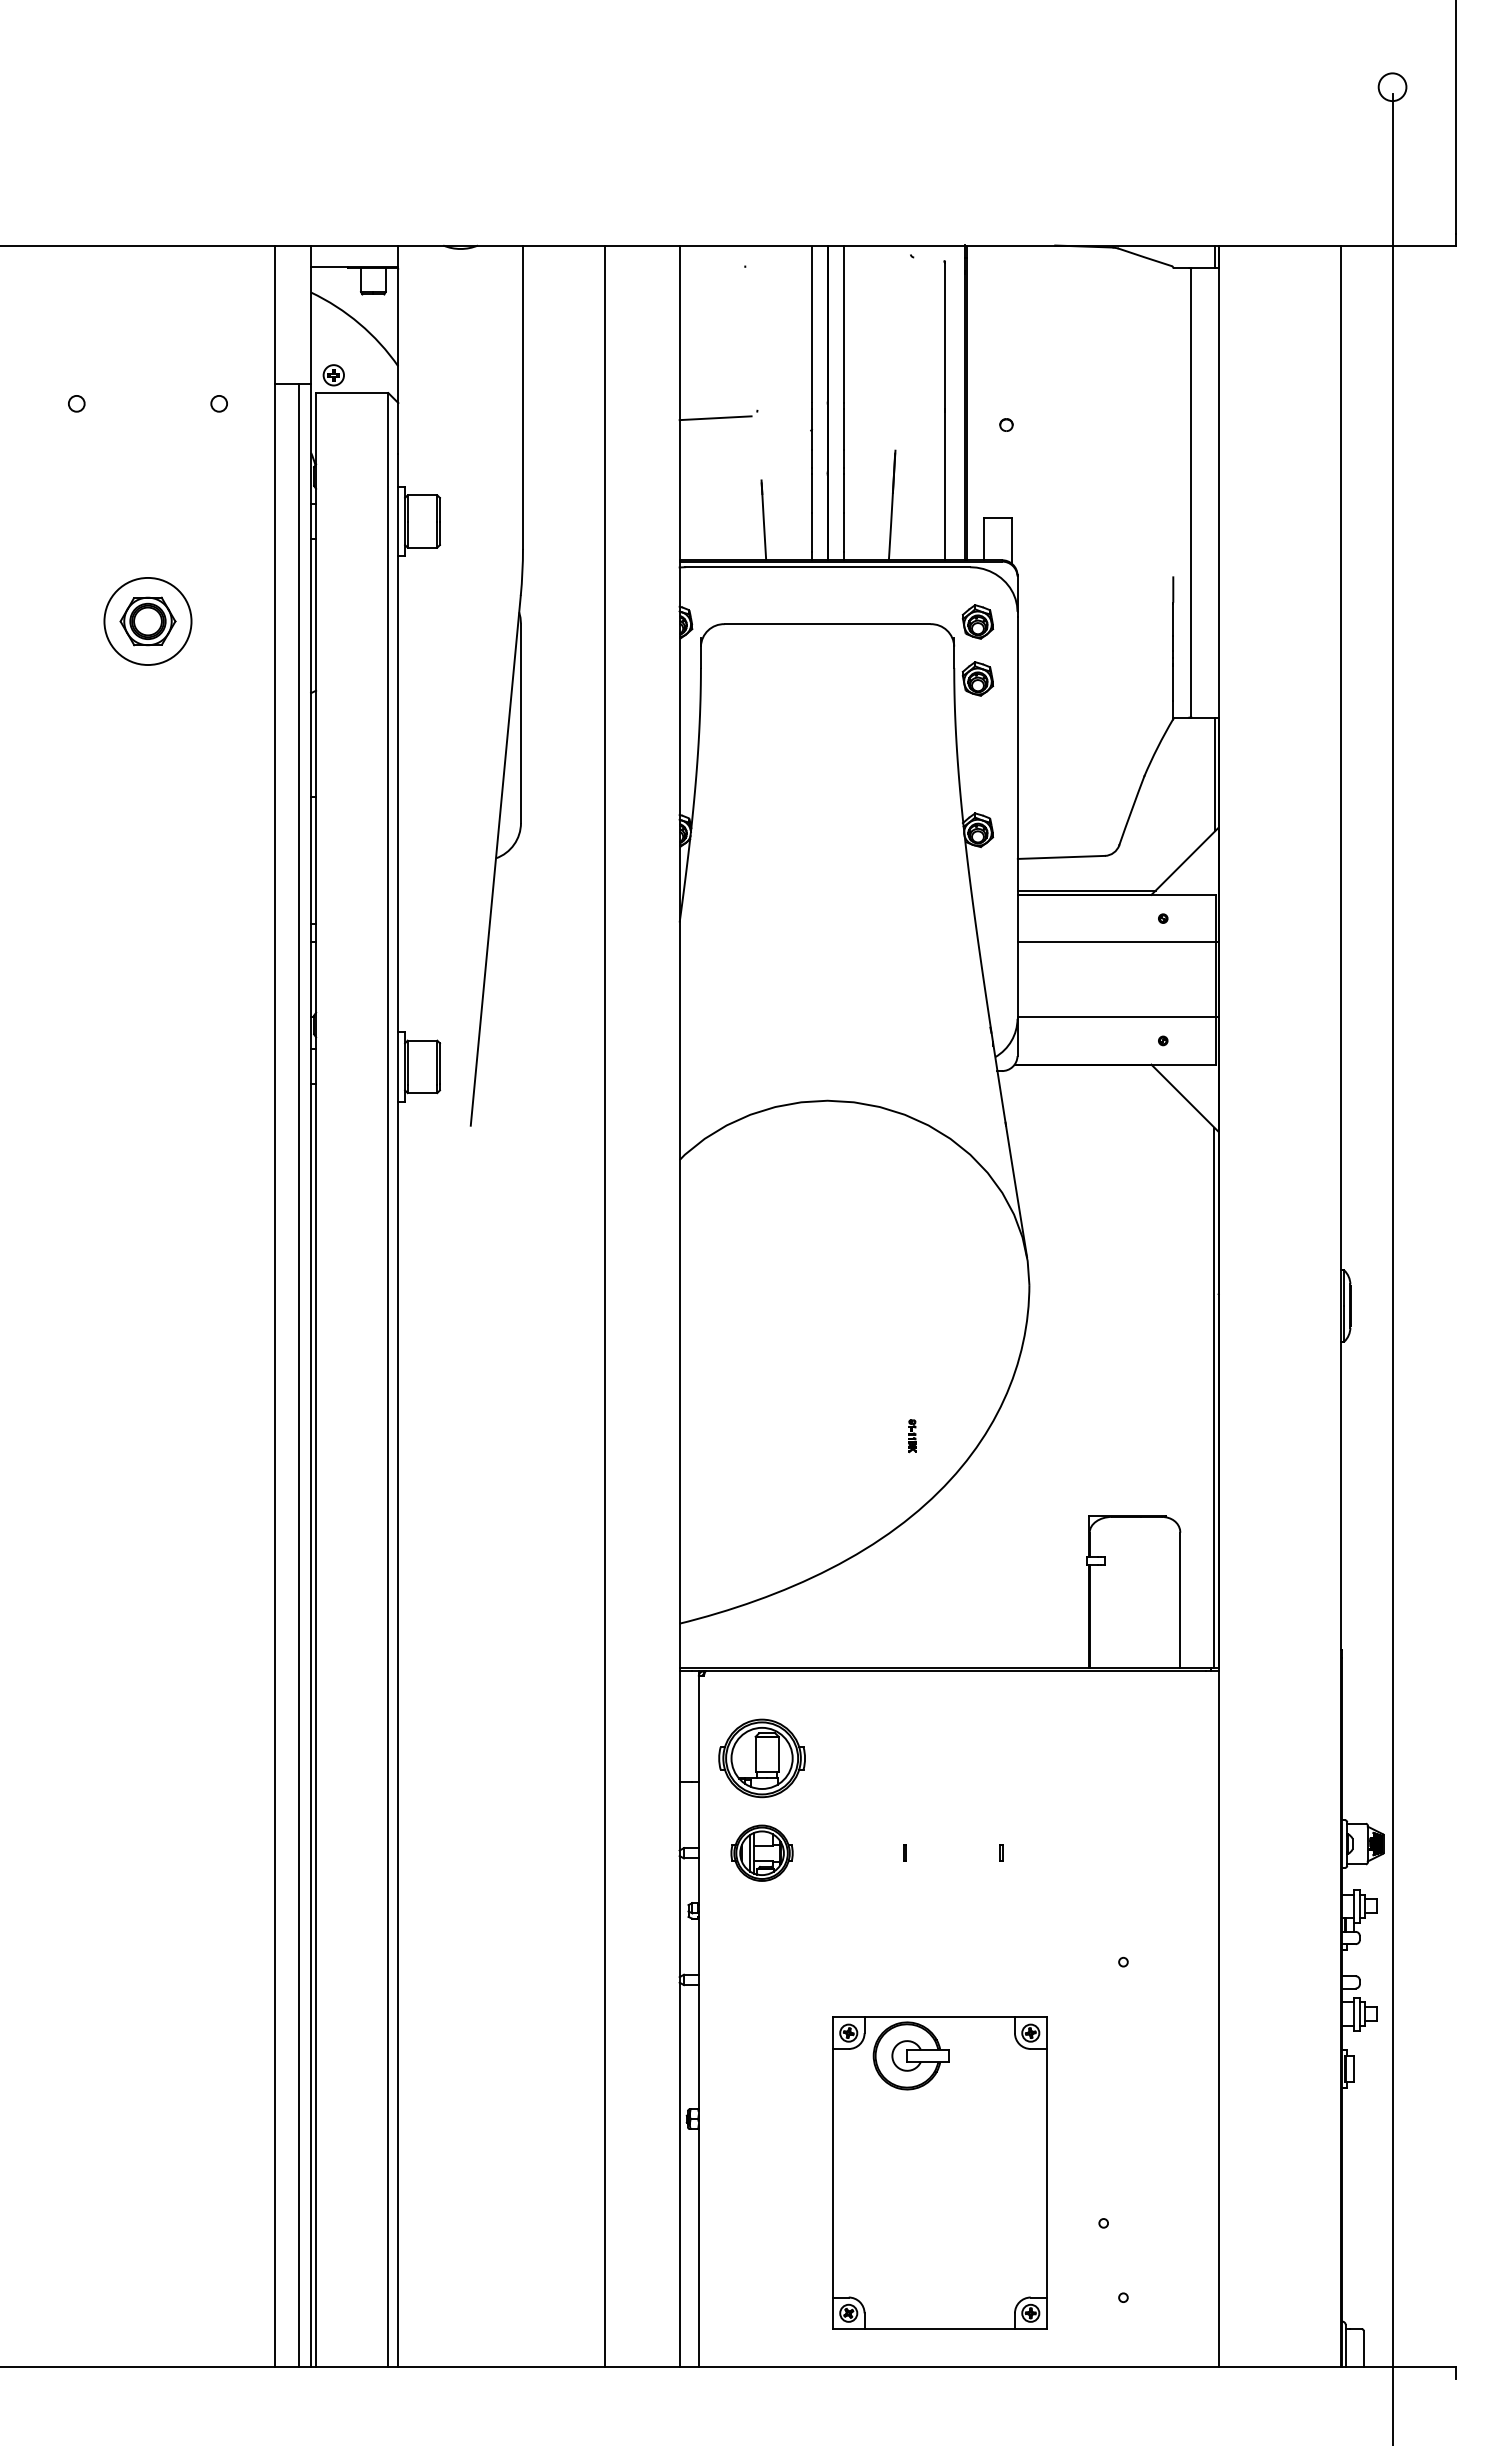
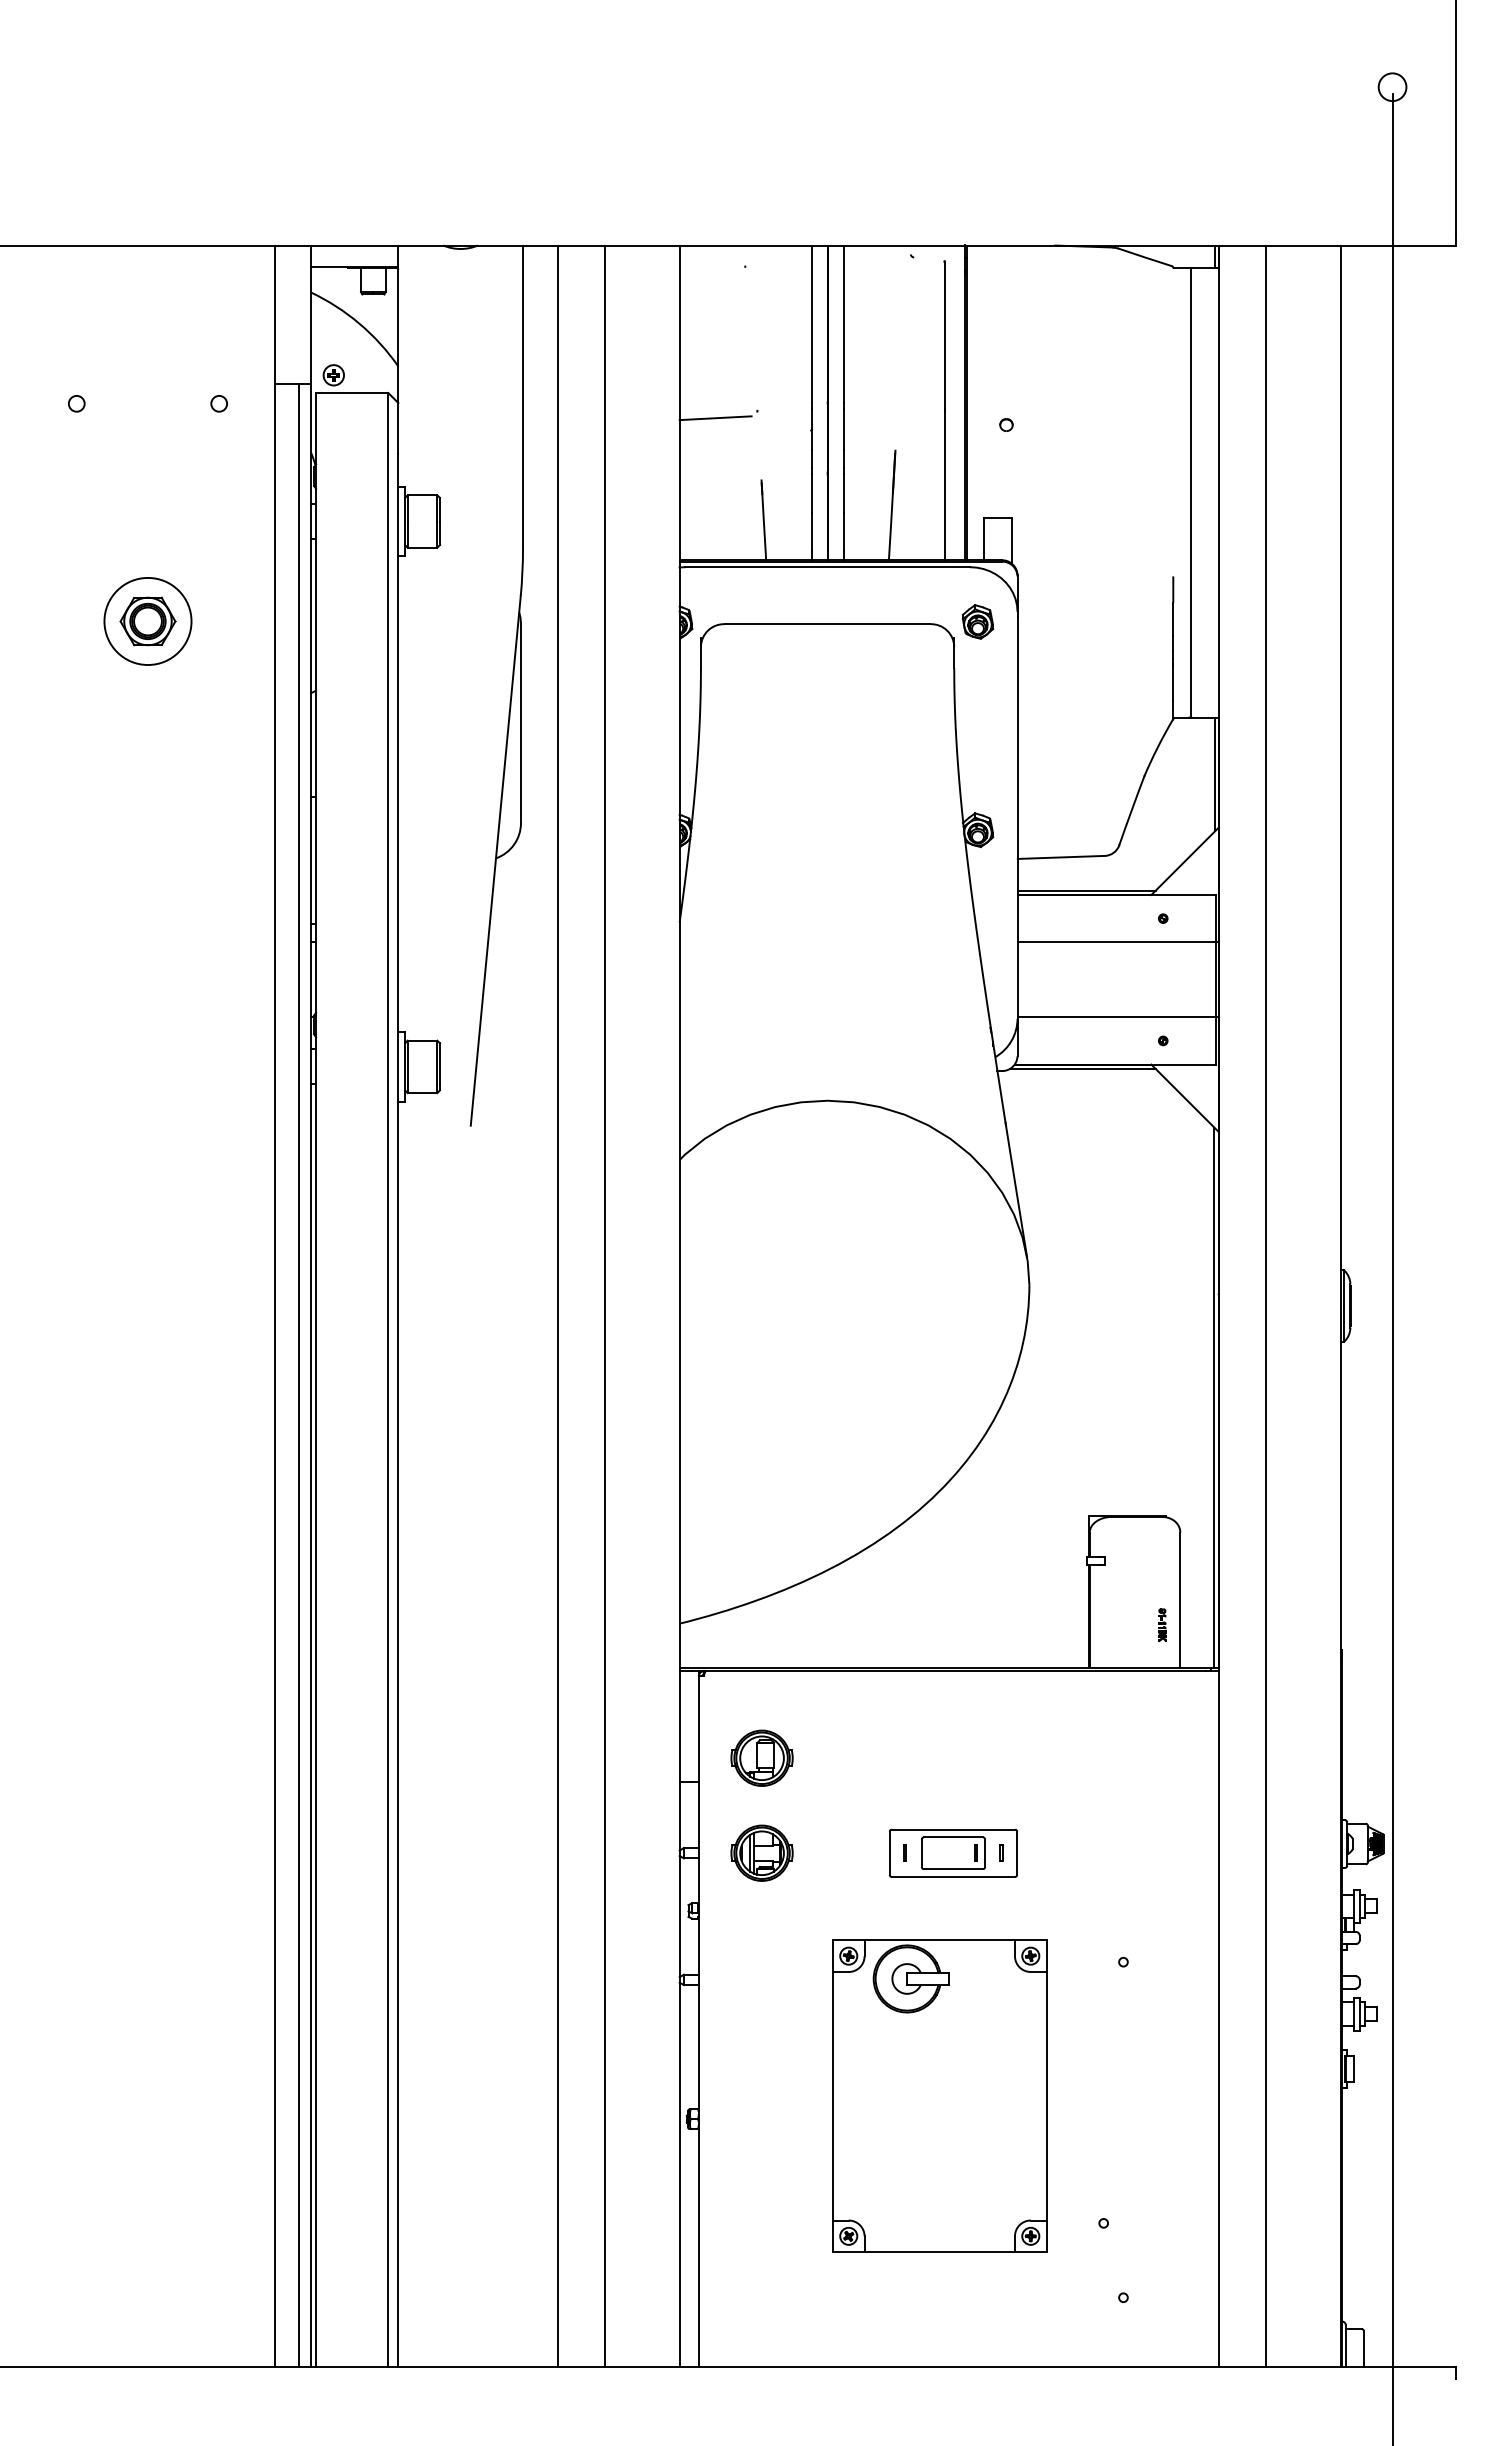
part at (977, 678): present -> none
line at (1082, 1069): none -> present
line at (557, 1305): none -> present
line at (1266, 1305): none -> present
part at (912, 1436) position: (912, 1436) -> (1162, 1625)
part at (761, 1758) size: 88x81 px -> 64x58 px
part at (953, 1852): none -> present
part at (939, 2172) position: (939, 2172) -> (939, 2095)
